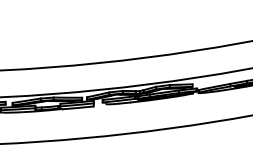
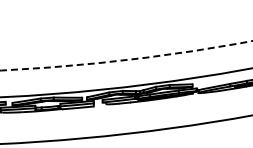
circle at (126, 55): solid -> dashed
